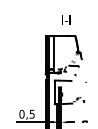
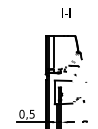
text at (66, 19) position: (66, 19) -> (66, 12)
